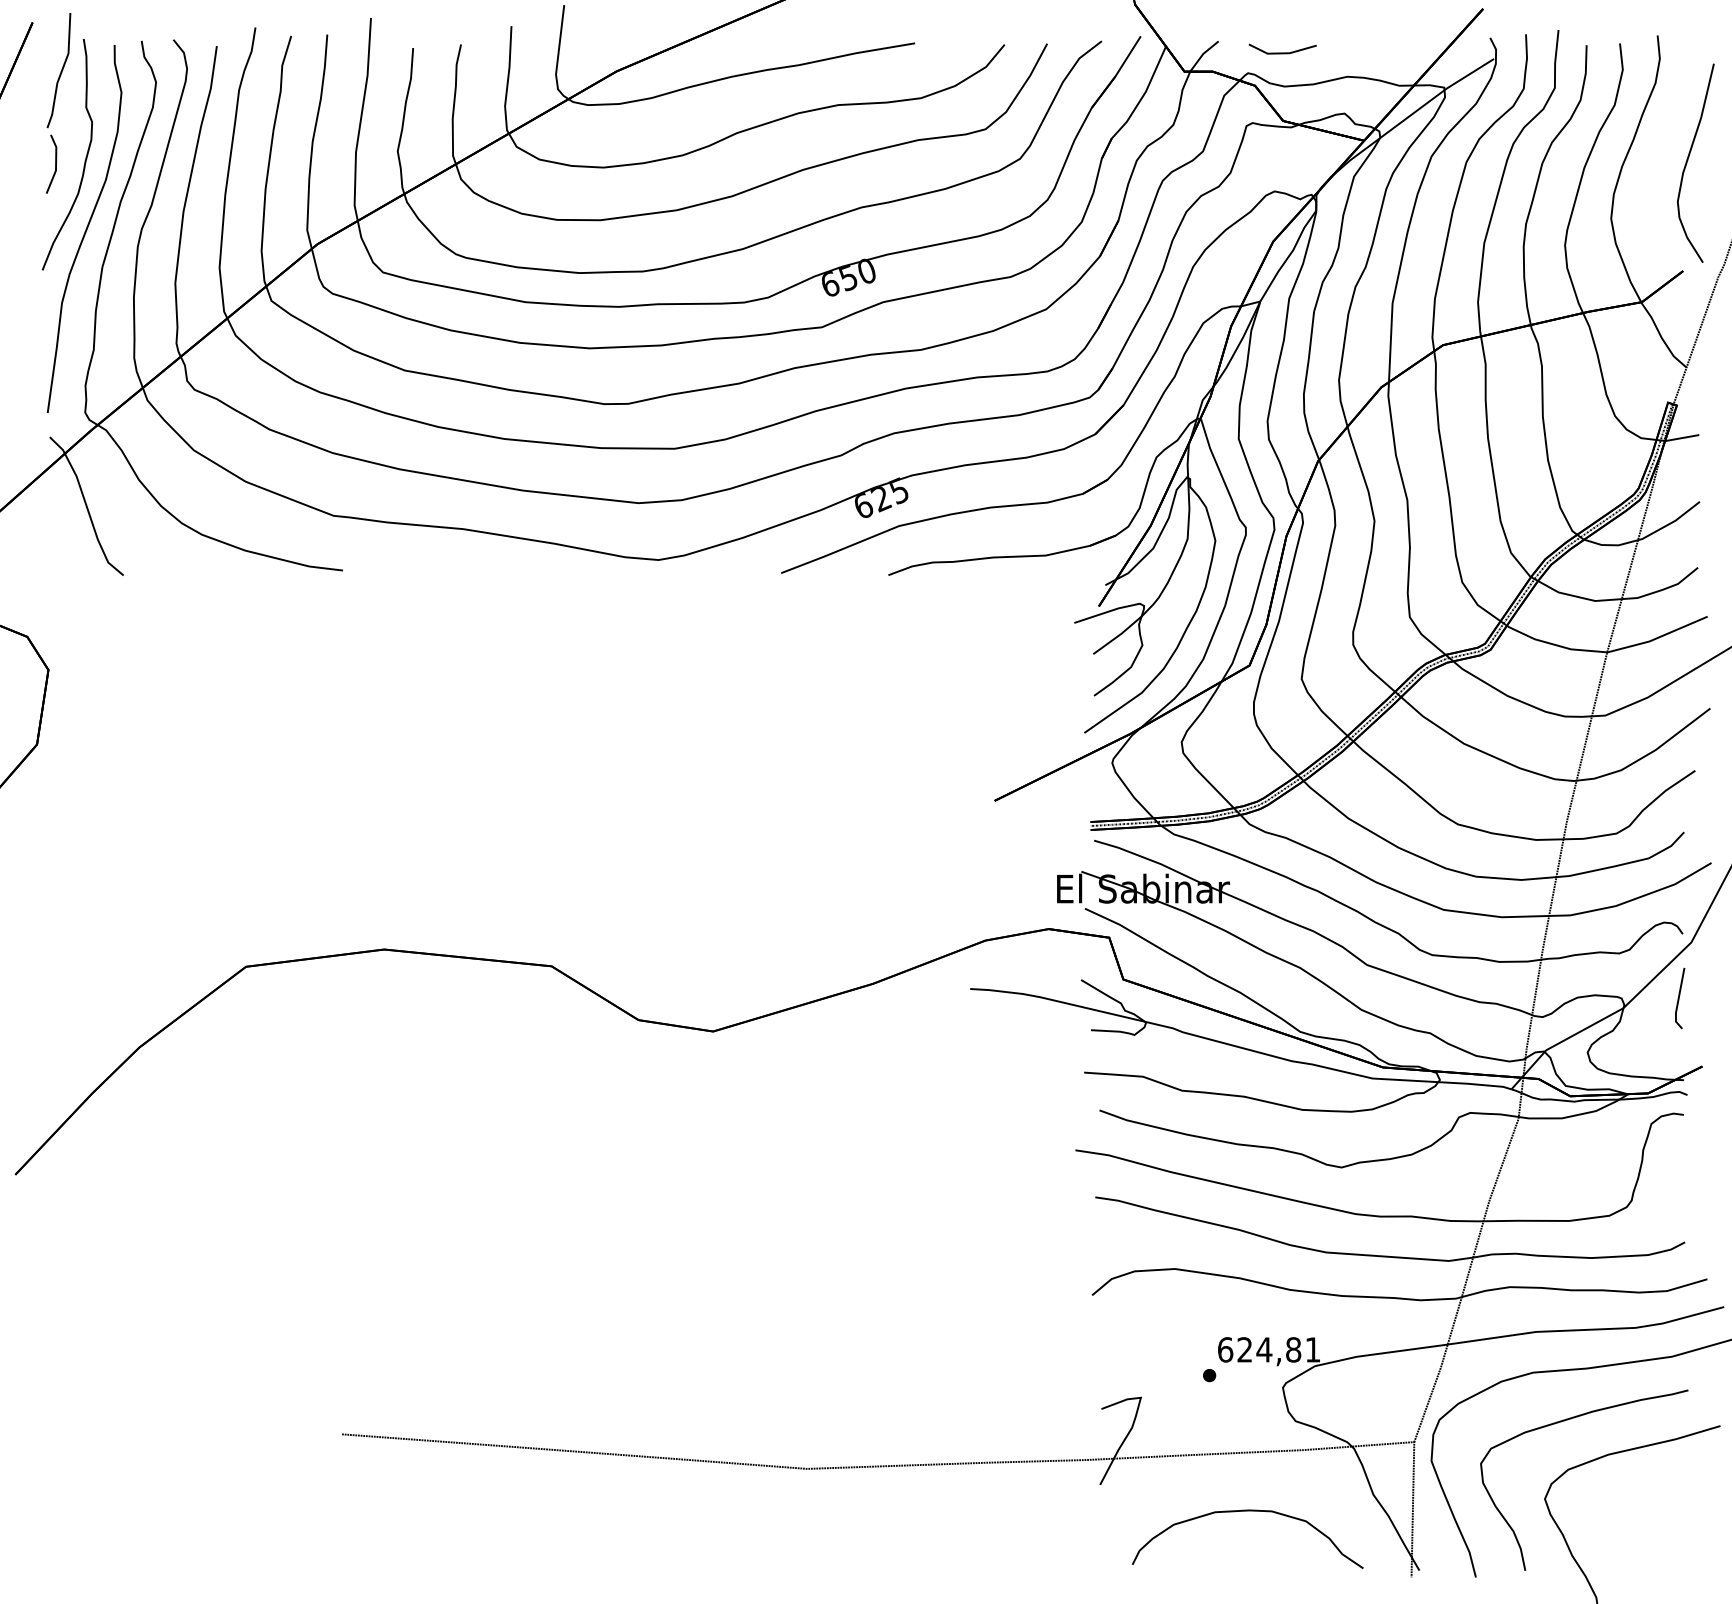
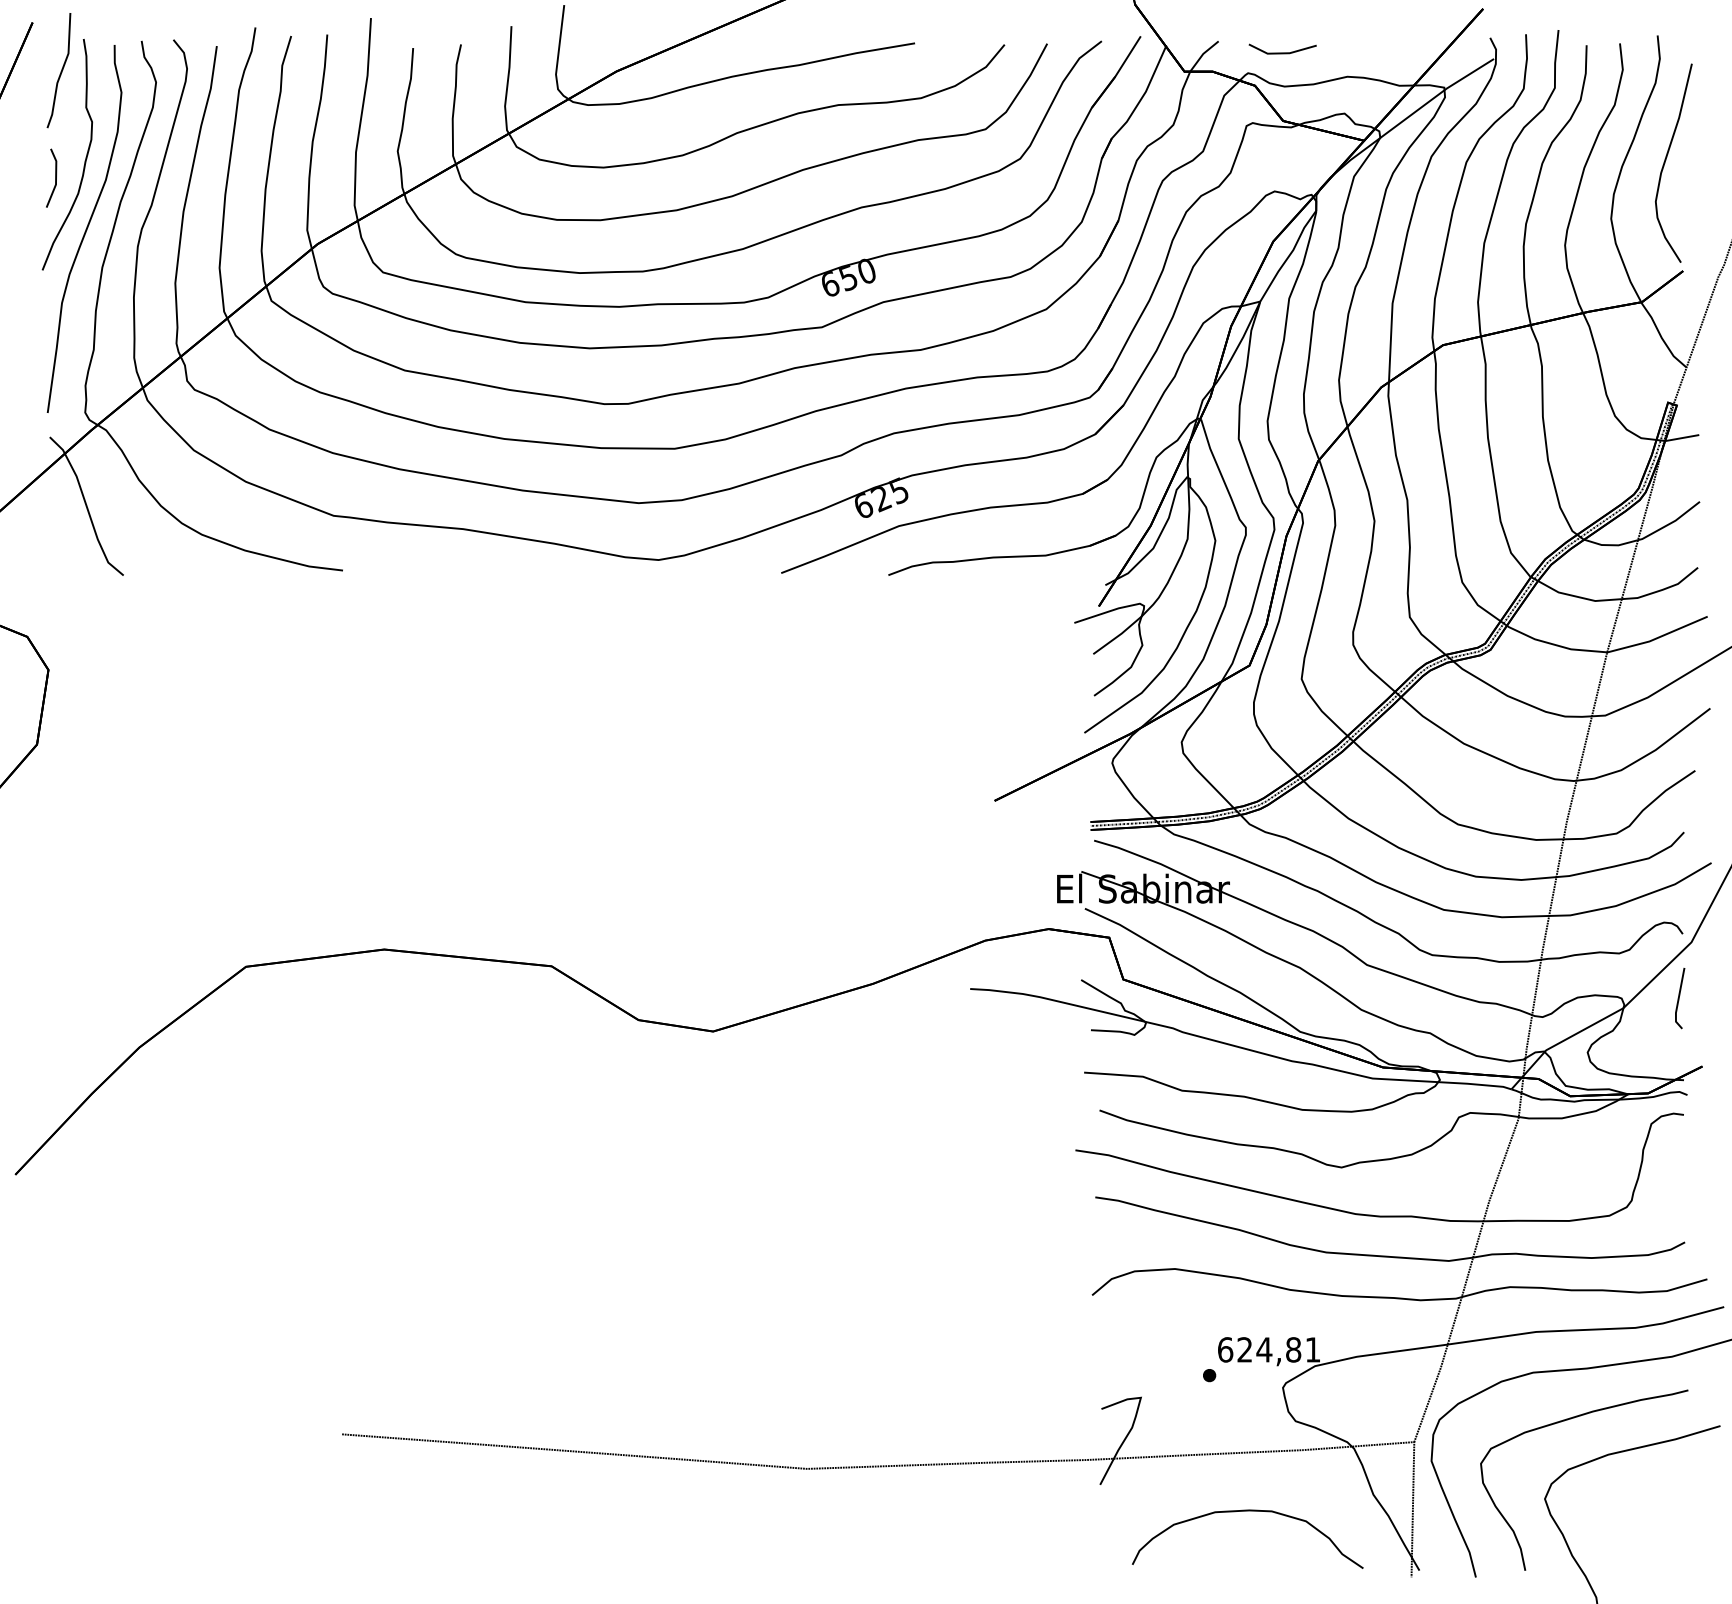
curve at (1688, 160) position: (1688, 160) -> (1666, 160)
part at (51, 163) position: (51, 163) -> (51, 177)
